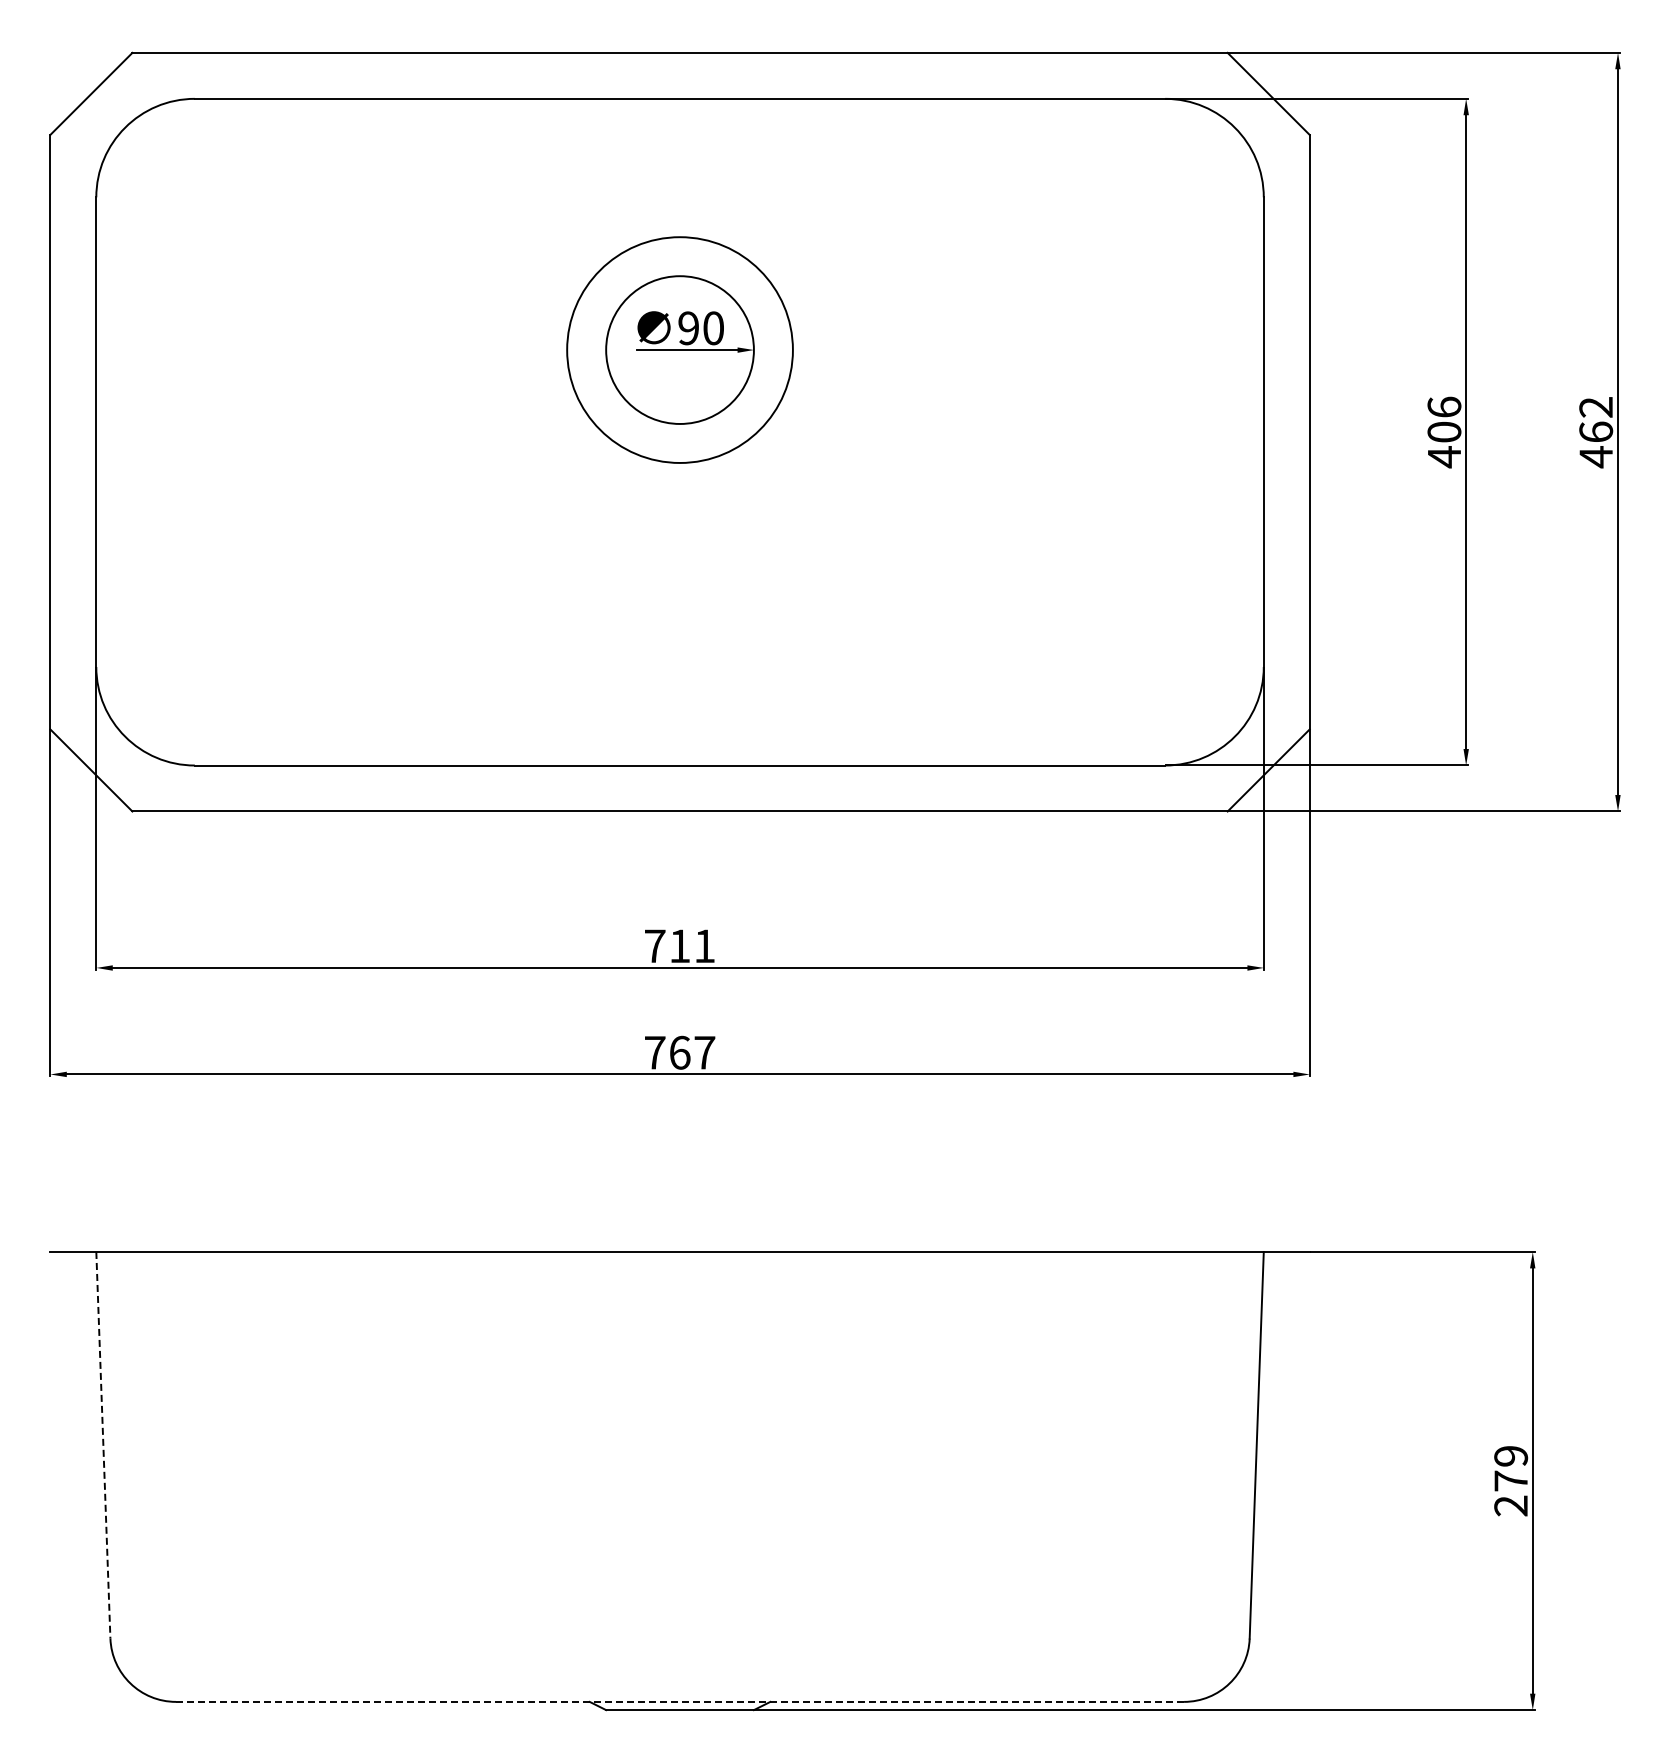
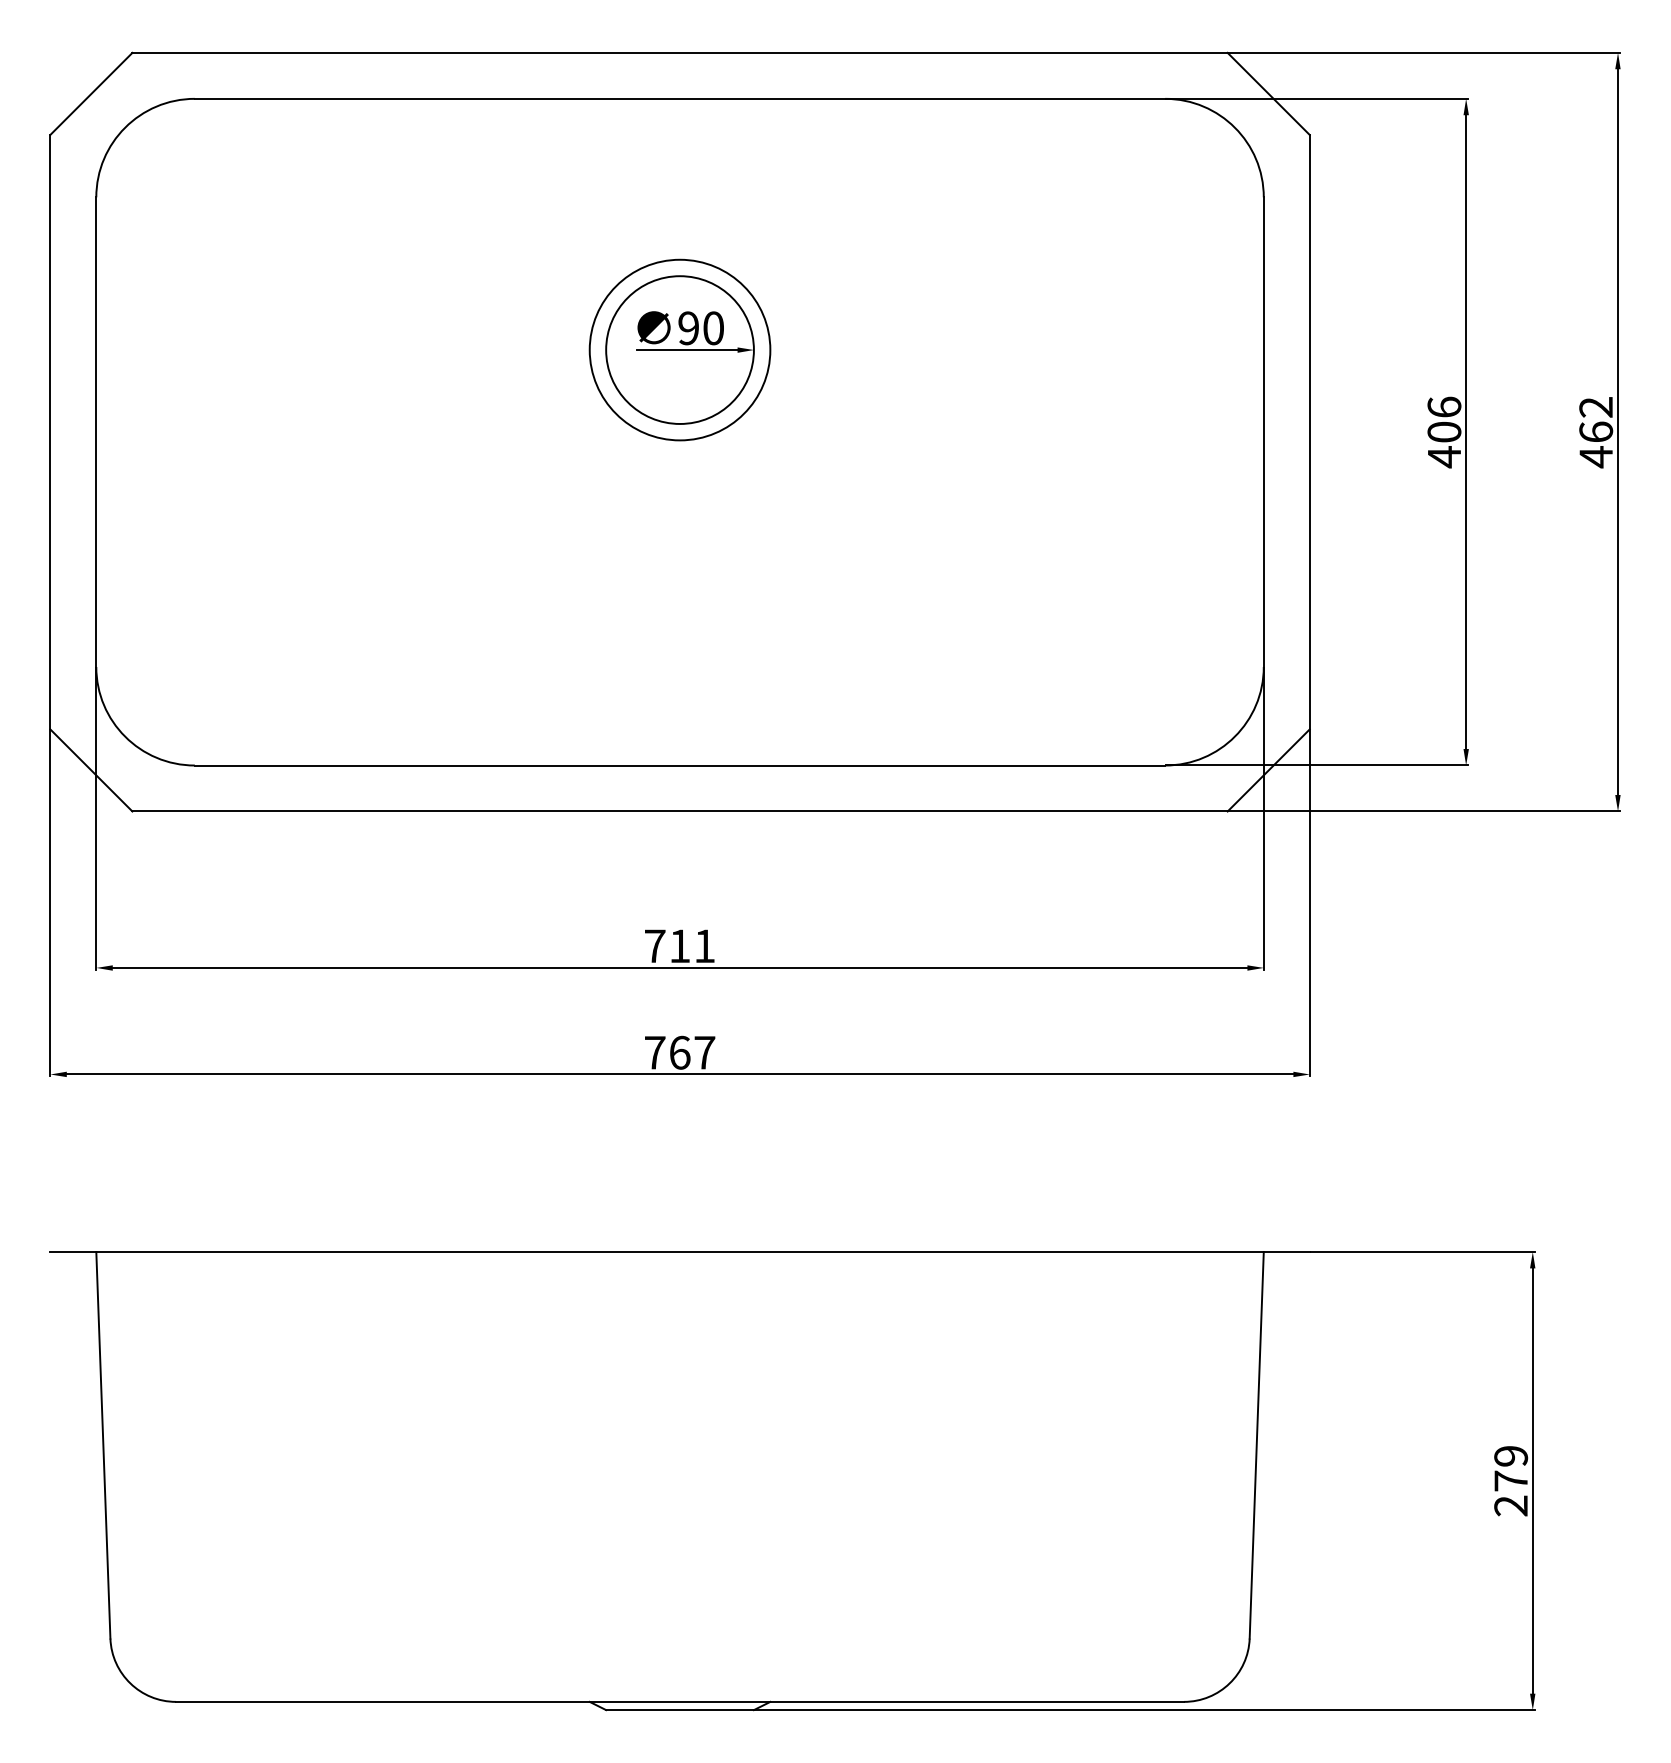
circle at (679, 349) diameter: 226 px -> 181 px
line at (103, 1445): dashed -> solid
line at (680, 1701): dashed -> solid
